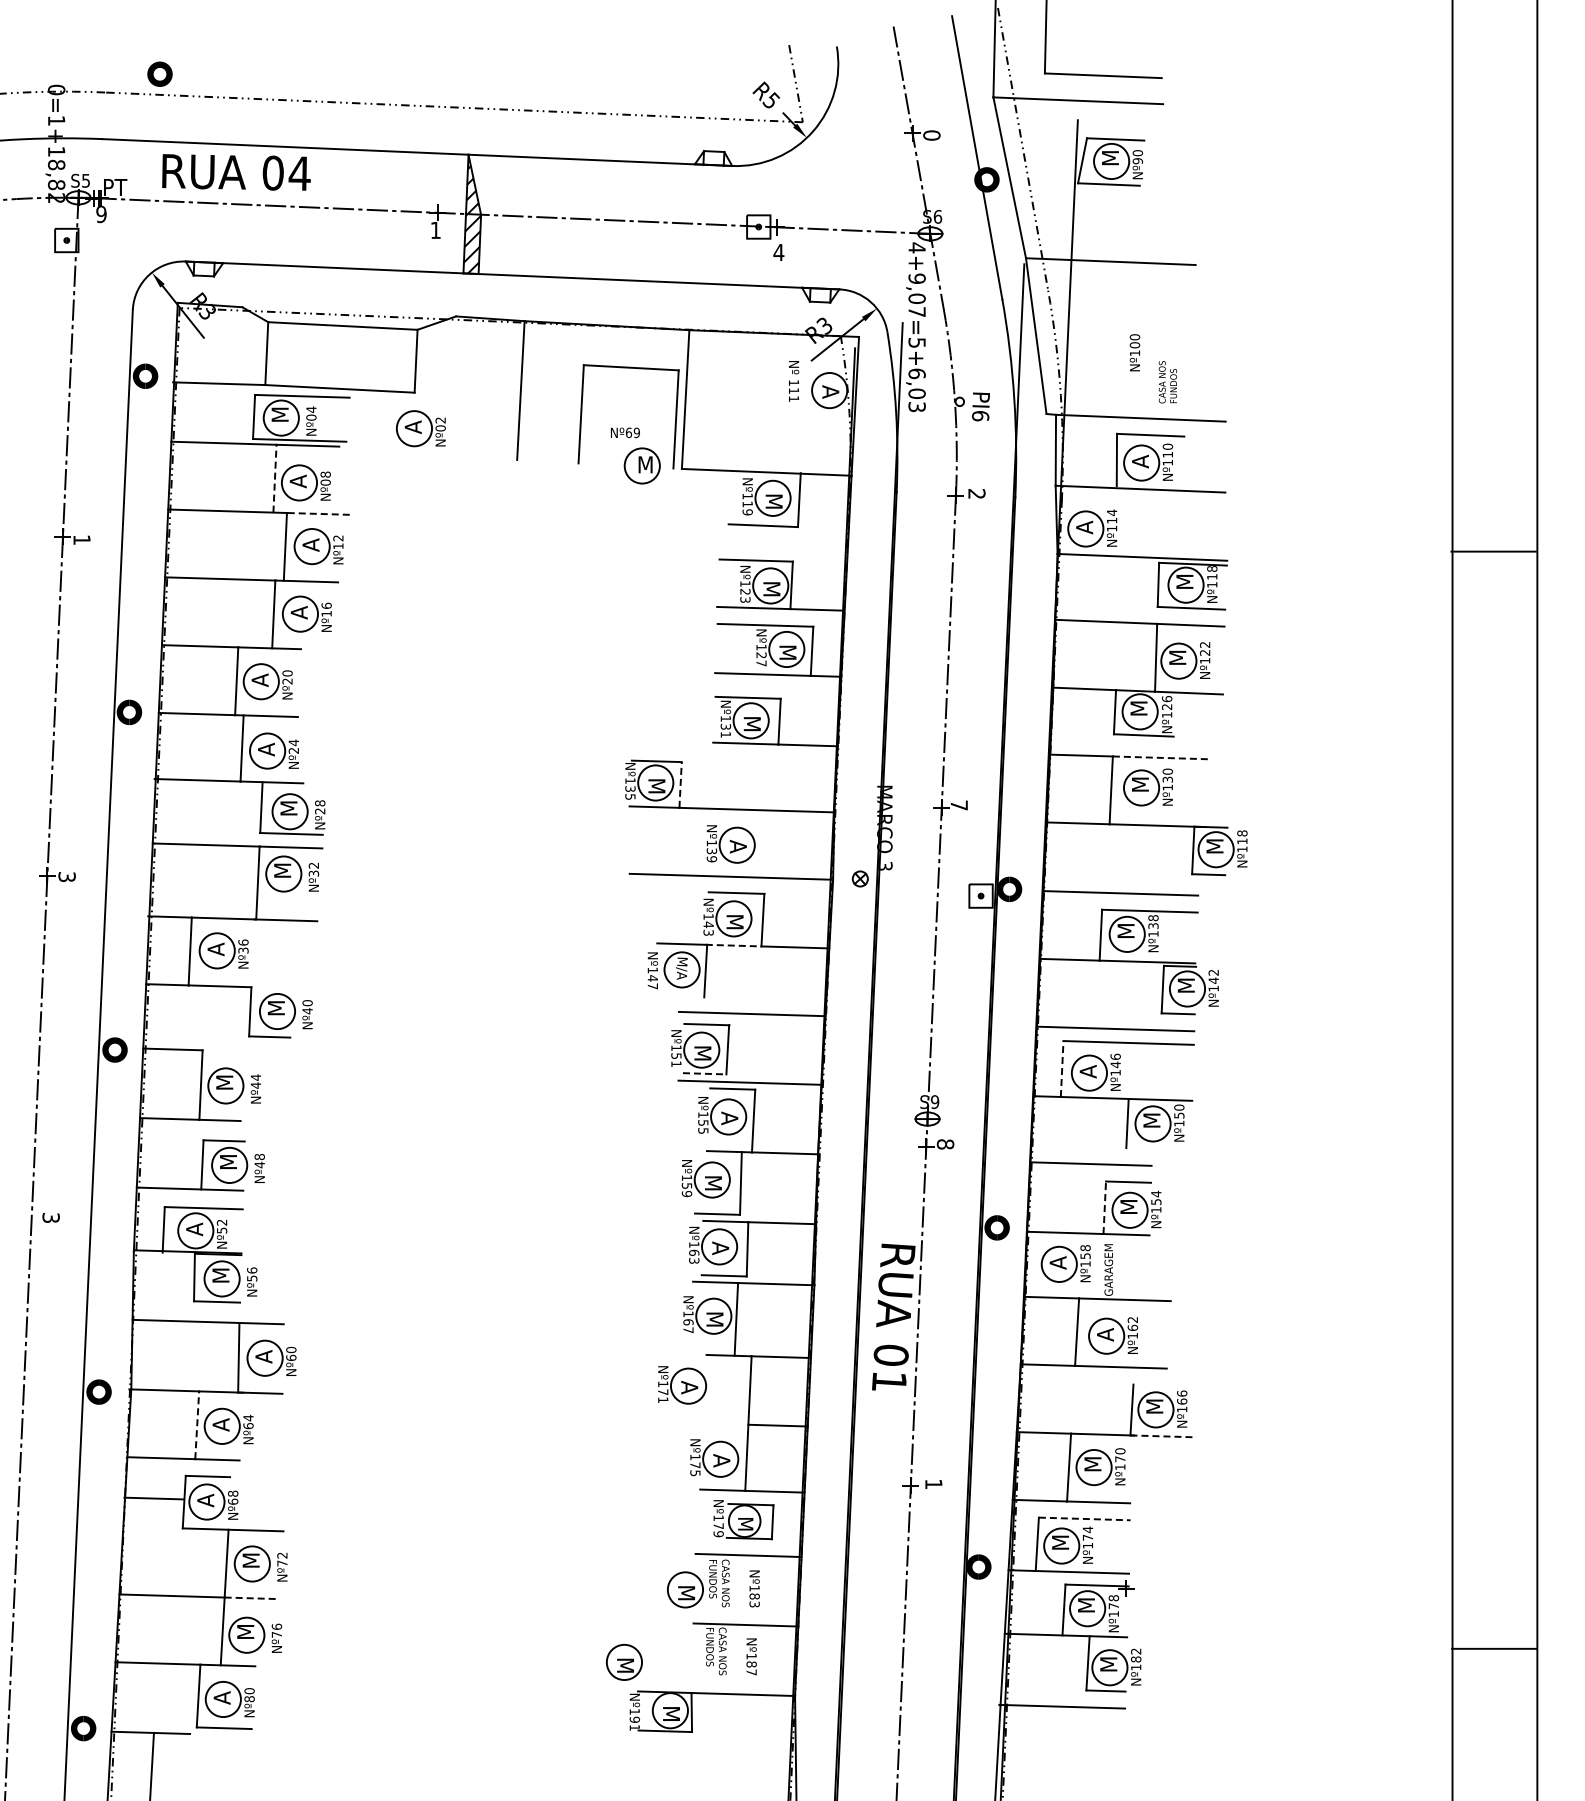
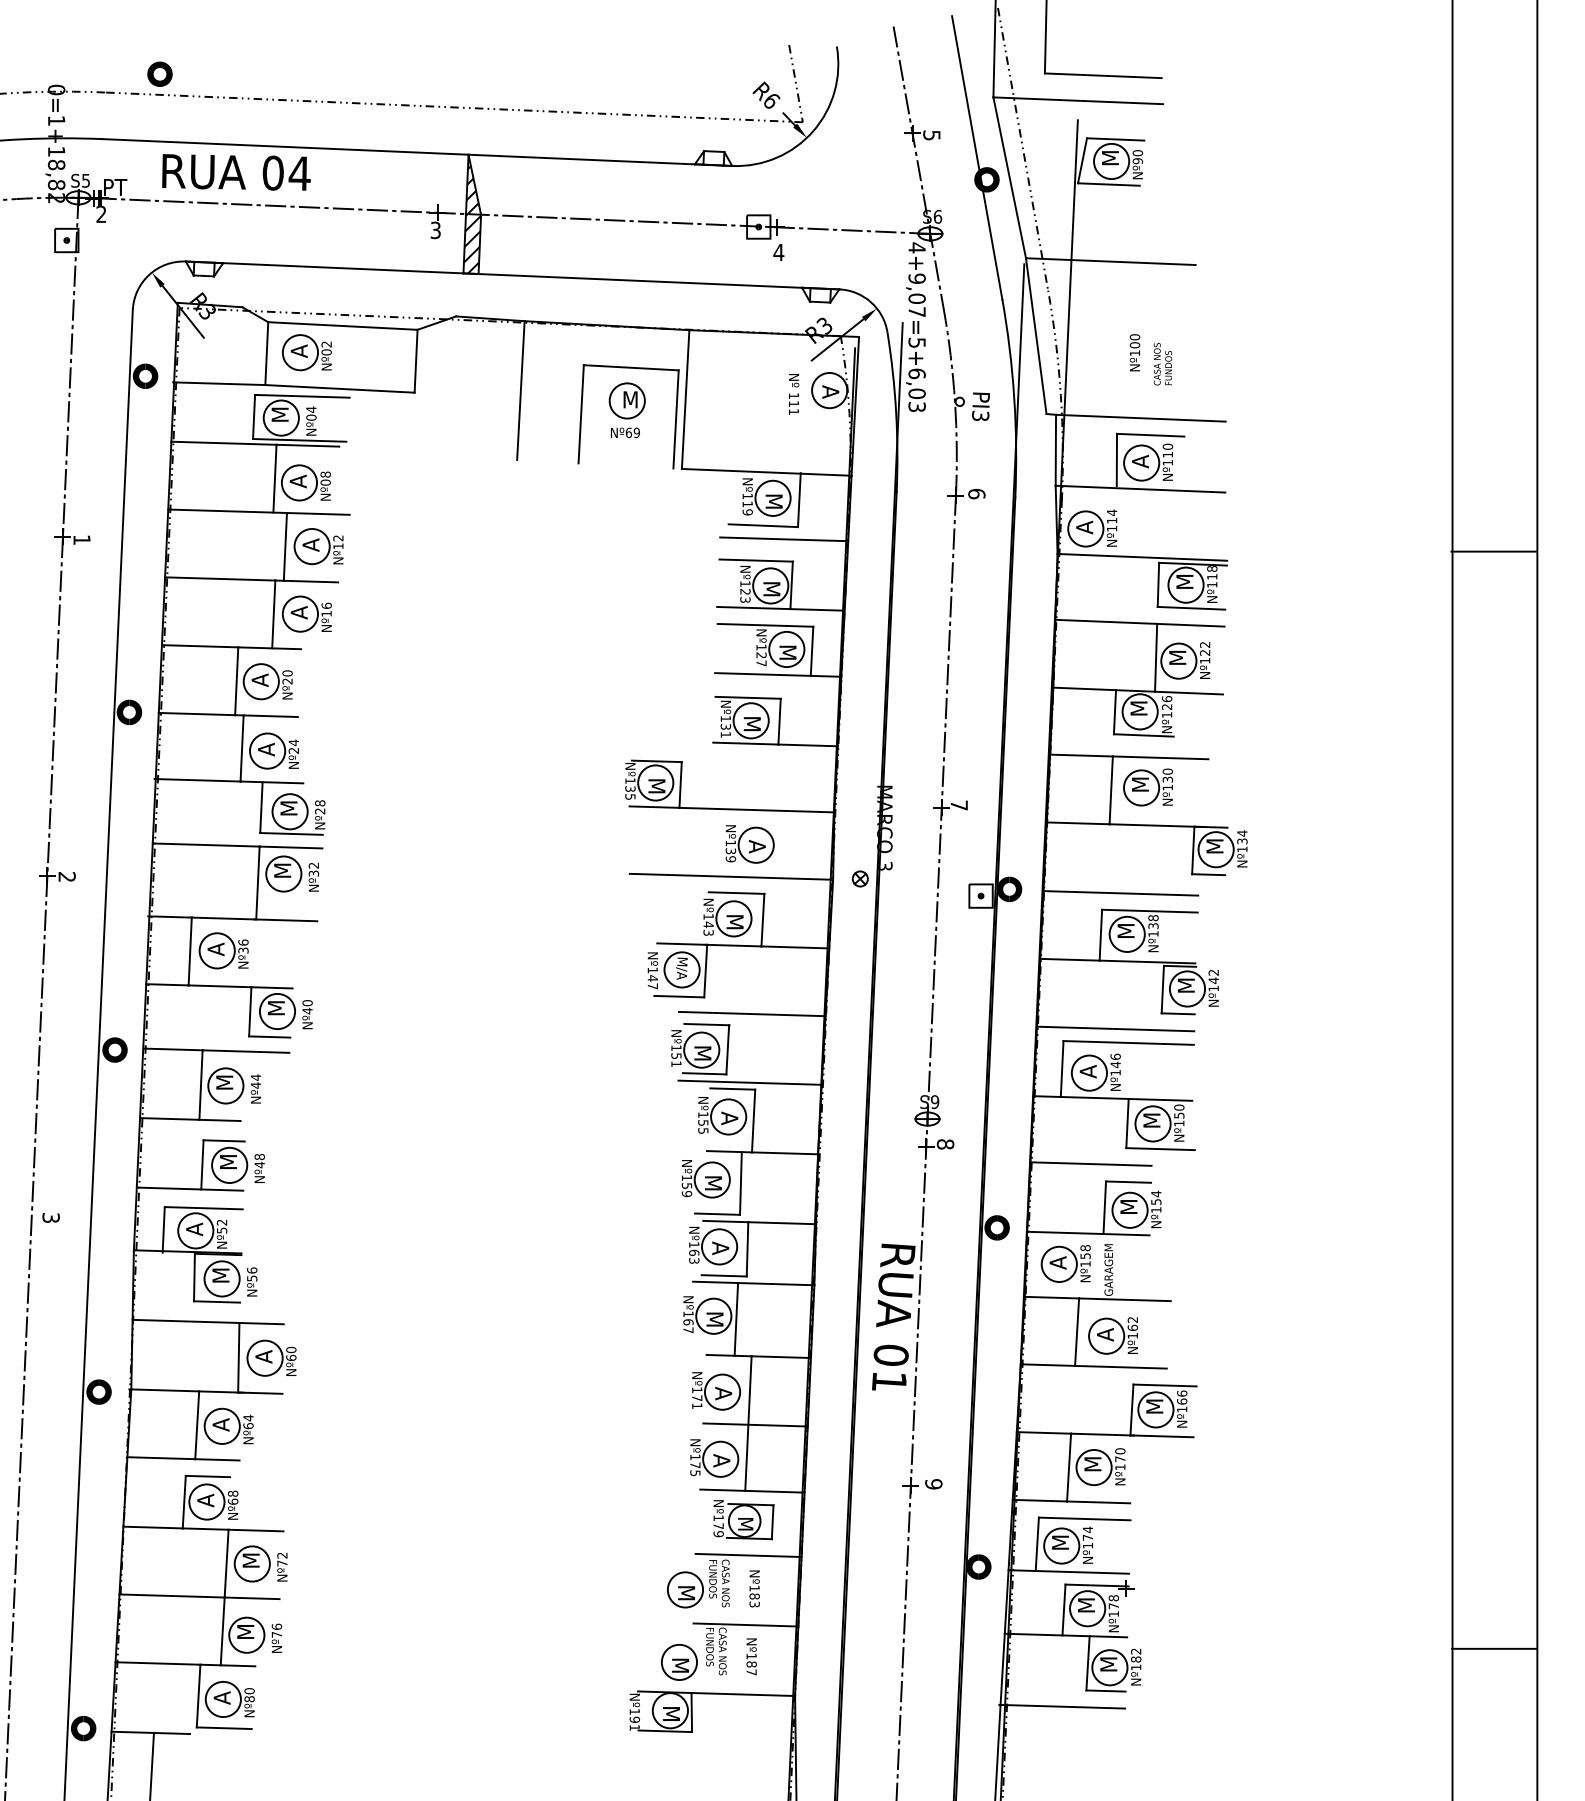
text at (771, 100): R5 -> R6
text at (931, 135): 0 -> 5
text at (101, 214): 9 -> 2
text at (435, 230): 1 -> 3
text at (794, 381) position: (794, 381) -> (794, 394)
text at (1167, 382) position: (1167, 382) -> (1162, 364)
text at (980, 415): PI6 -> PI3
part at (420, 428) position: (420, 428) -> (306, 352)
part at (641, 465) position: (641, 465) -> (626, 400)
line at (274, 478): dashed -> solid
text at (976, 493): 2 -> 6
line at (317, 513): dashed -> solid
line at (784, 539): none -> present
line at (1160, 757): dashed -> solid
line at (680, 784): dashed -> solid
text at (1242, 837): Nº118 -> Nº134
part at (730, 844) position: (730, 844) -> (749, 844)
text at (66, 876): 3 -> 2
line at (733, 945): dashed -> solid
line at (271, 987): none -> present
line at (679, 996): none -> present
line at (245, 1051): none -> present
line at (1062, 1068): dashed -> solid
line at (704, 1073): dashed -> solid
line at (1160, 1149): none -> present
line at (1104, 1207): dashed -> solid
part at (682, 1385) position: (682, 1385) -> (716, 1391)
line at (1164, 1385): none -> present
line at (725, 1423): none -> present
line at (197, 1425): dashed -> solid
line at (1162, 1436): dashed -> solid
text at (933, 1484): 1 -> 9
line at (153, 1498) position: (153, 1498) -> (152, 1527)
line at (1084, 1518): dashed -> solid
line at (252, 1598): dashed -> solid
part at (624, 1661) position: (624, 1661) -> (679, 1661)
